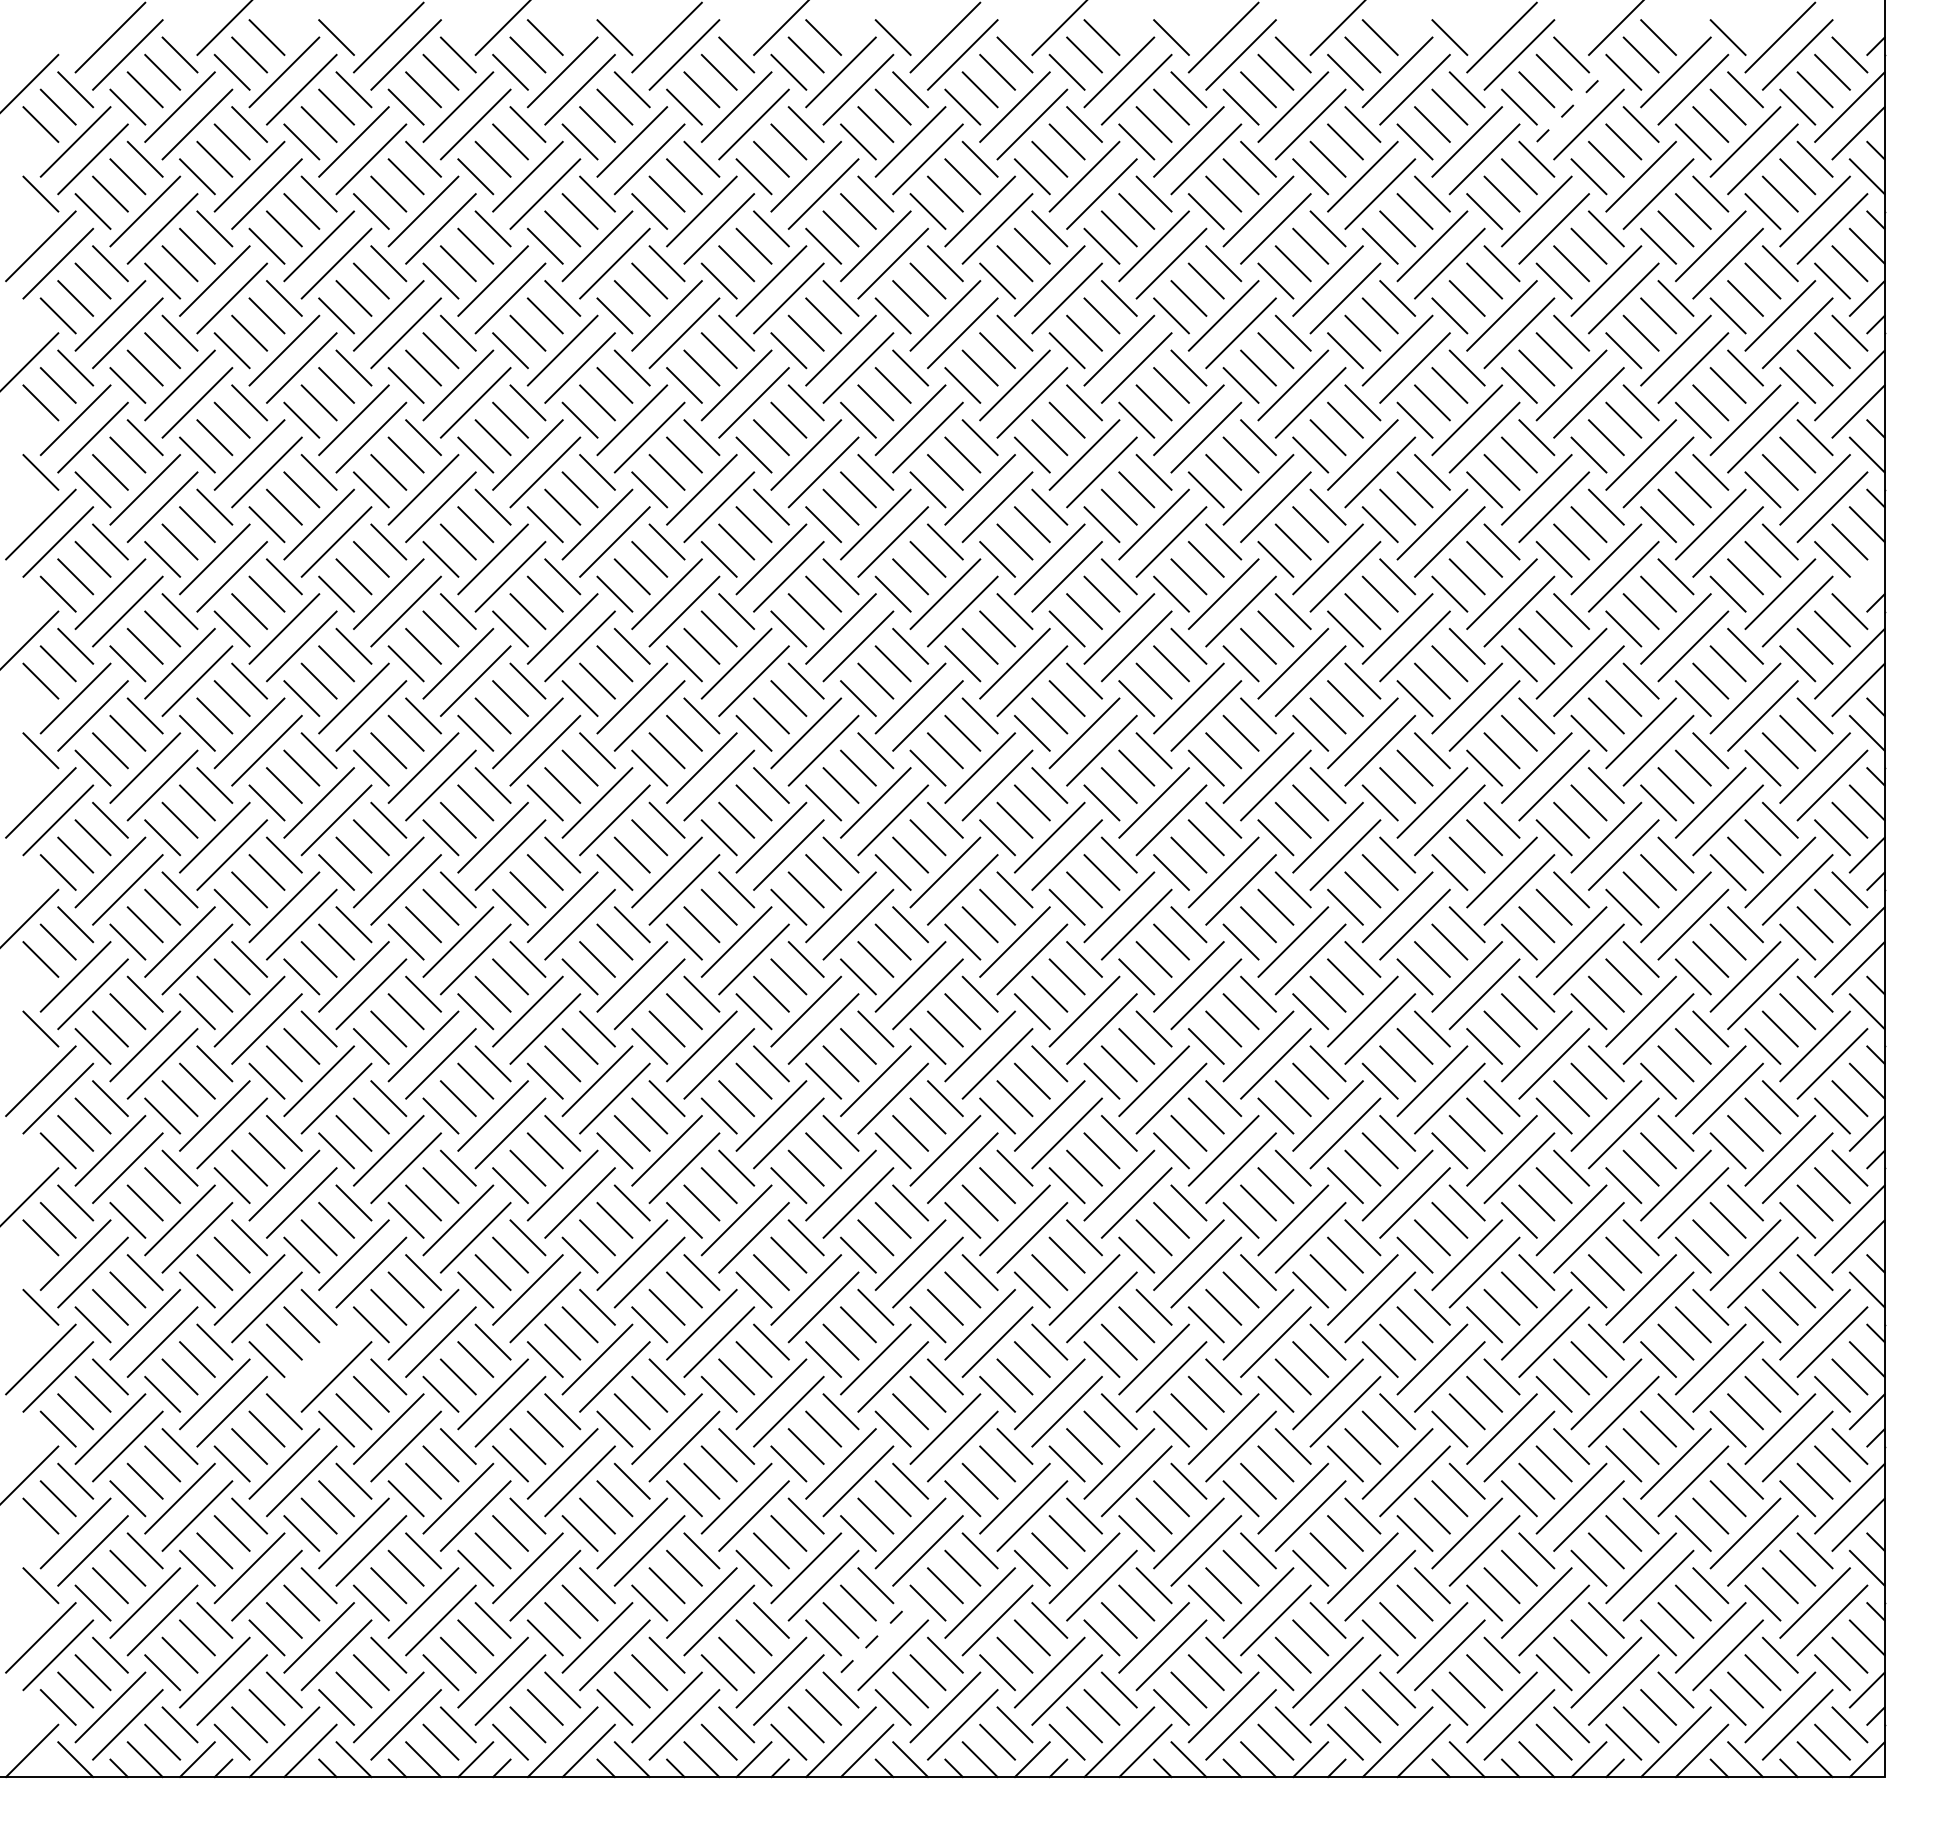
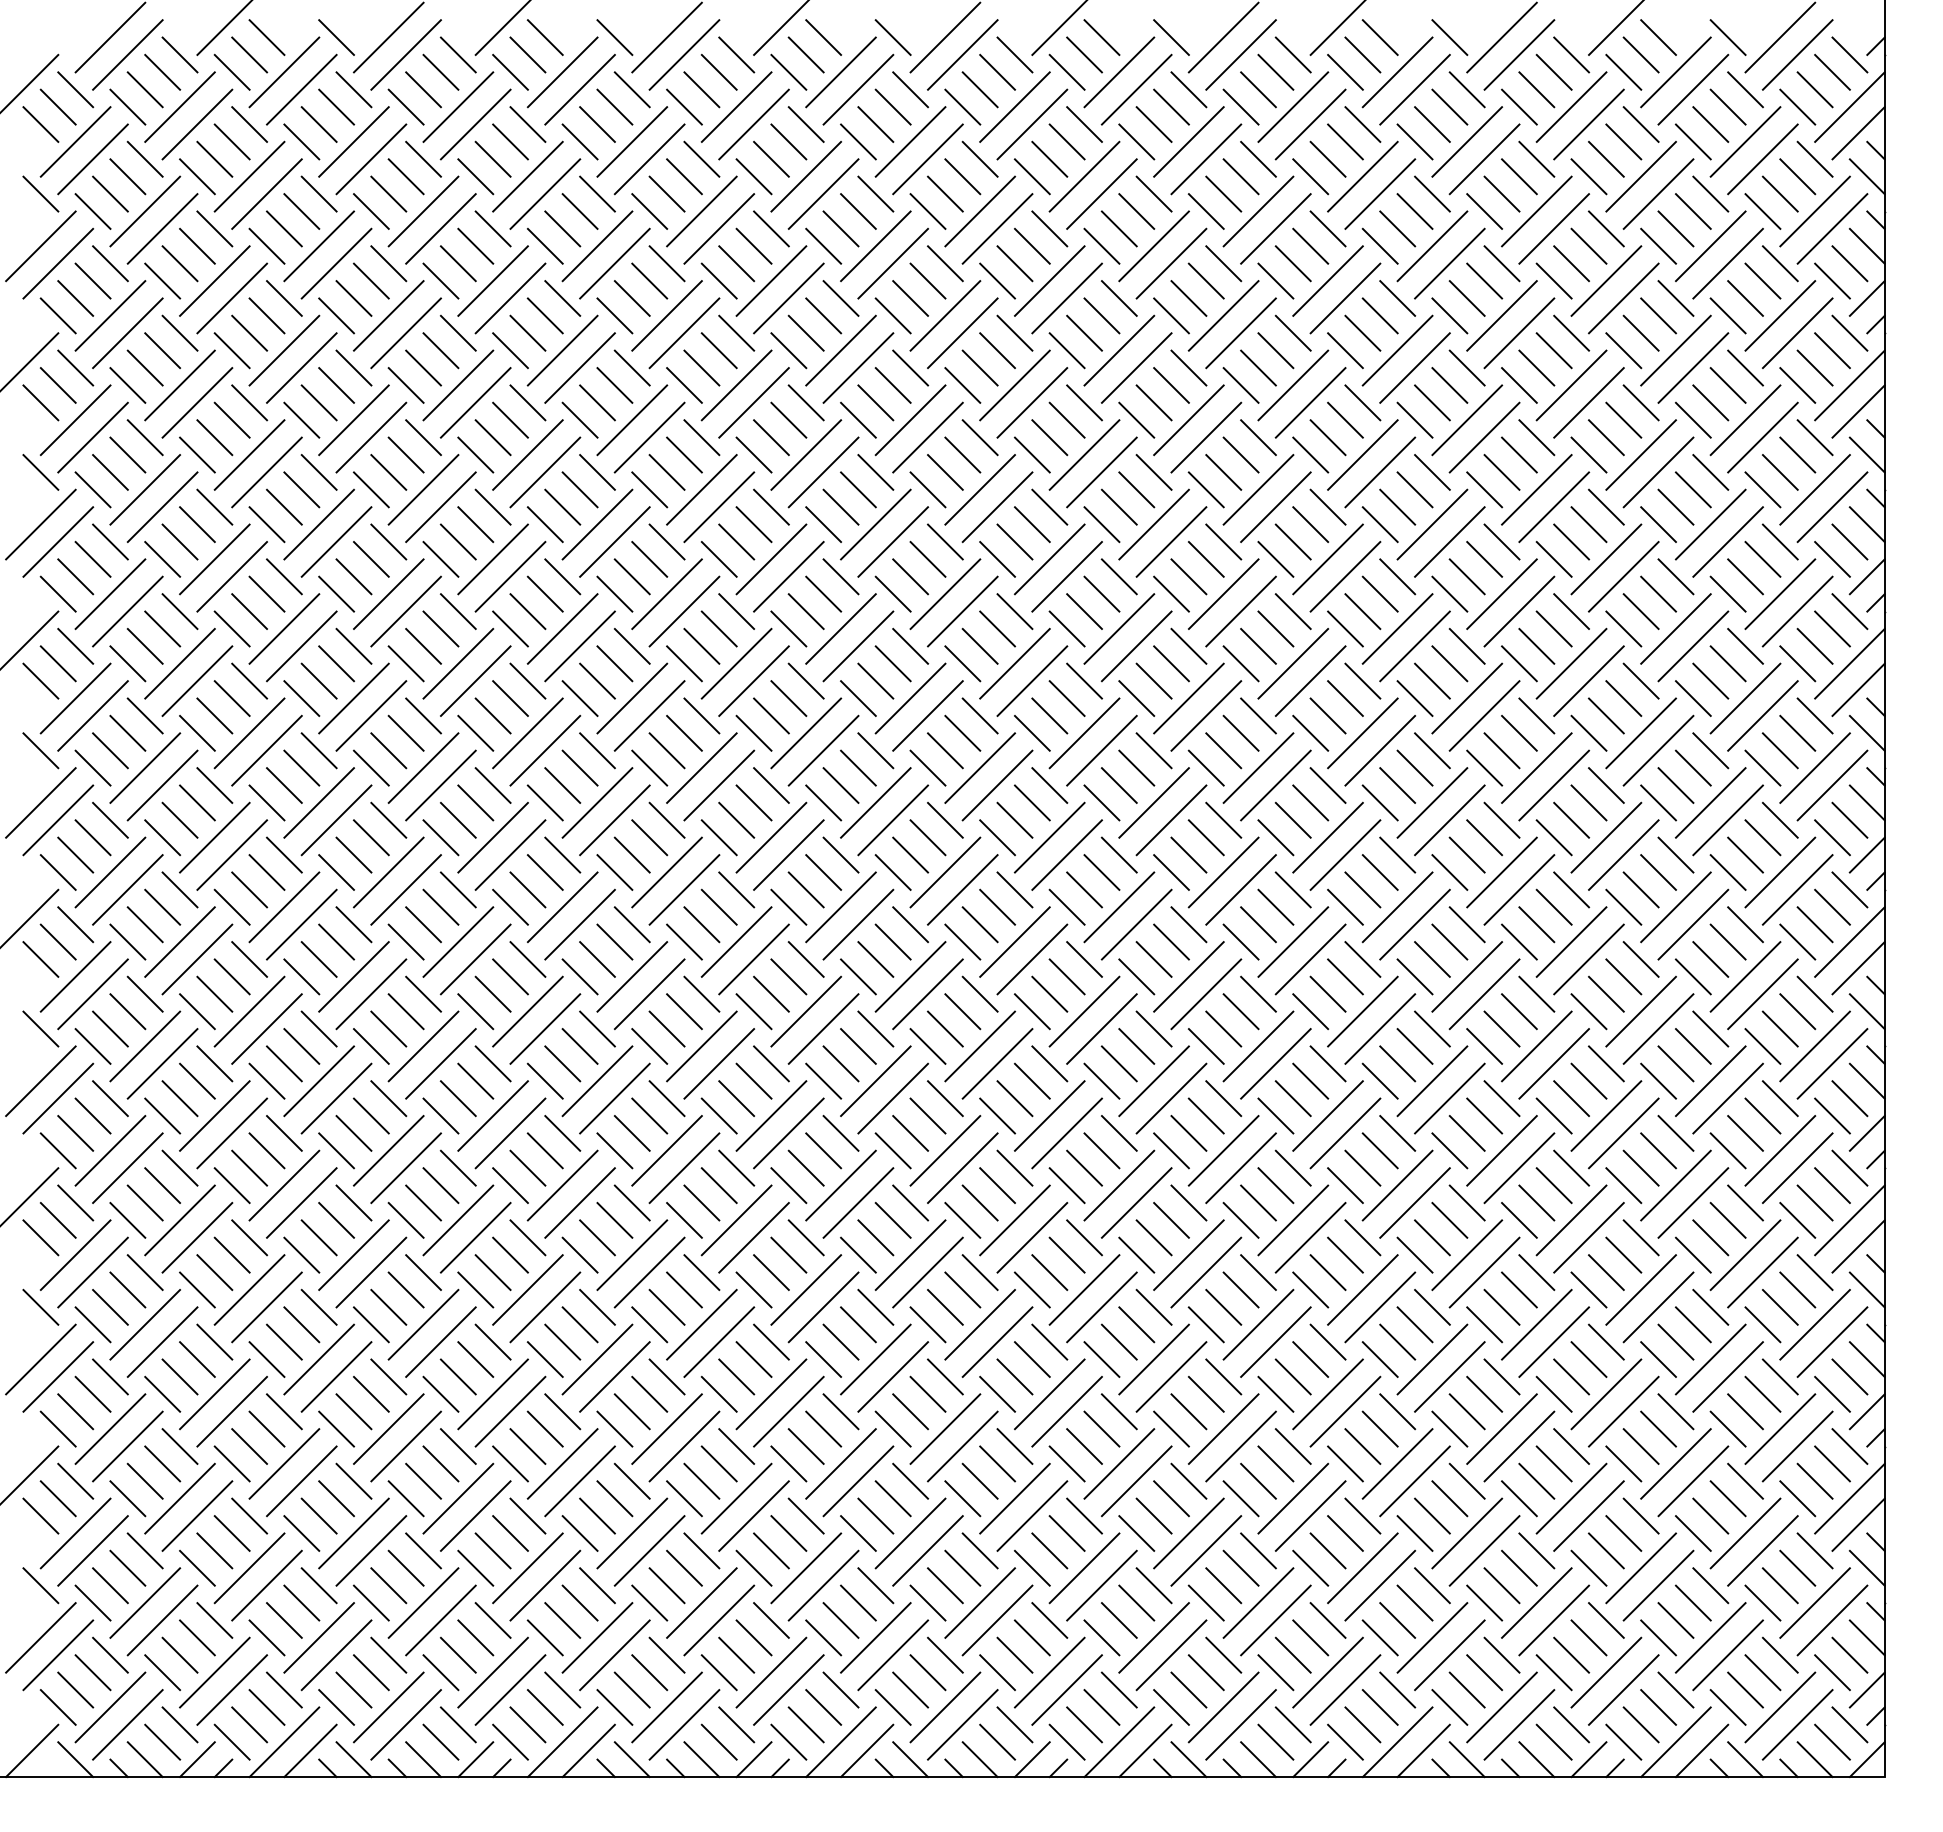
line at (1571, 106): dashed -> solid
line at (1866, 576): none -> present
line at (318, 1359): none -> present
line at (876, 1637): dashed -> solid
